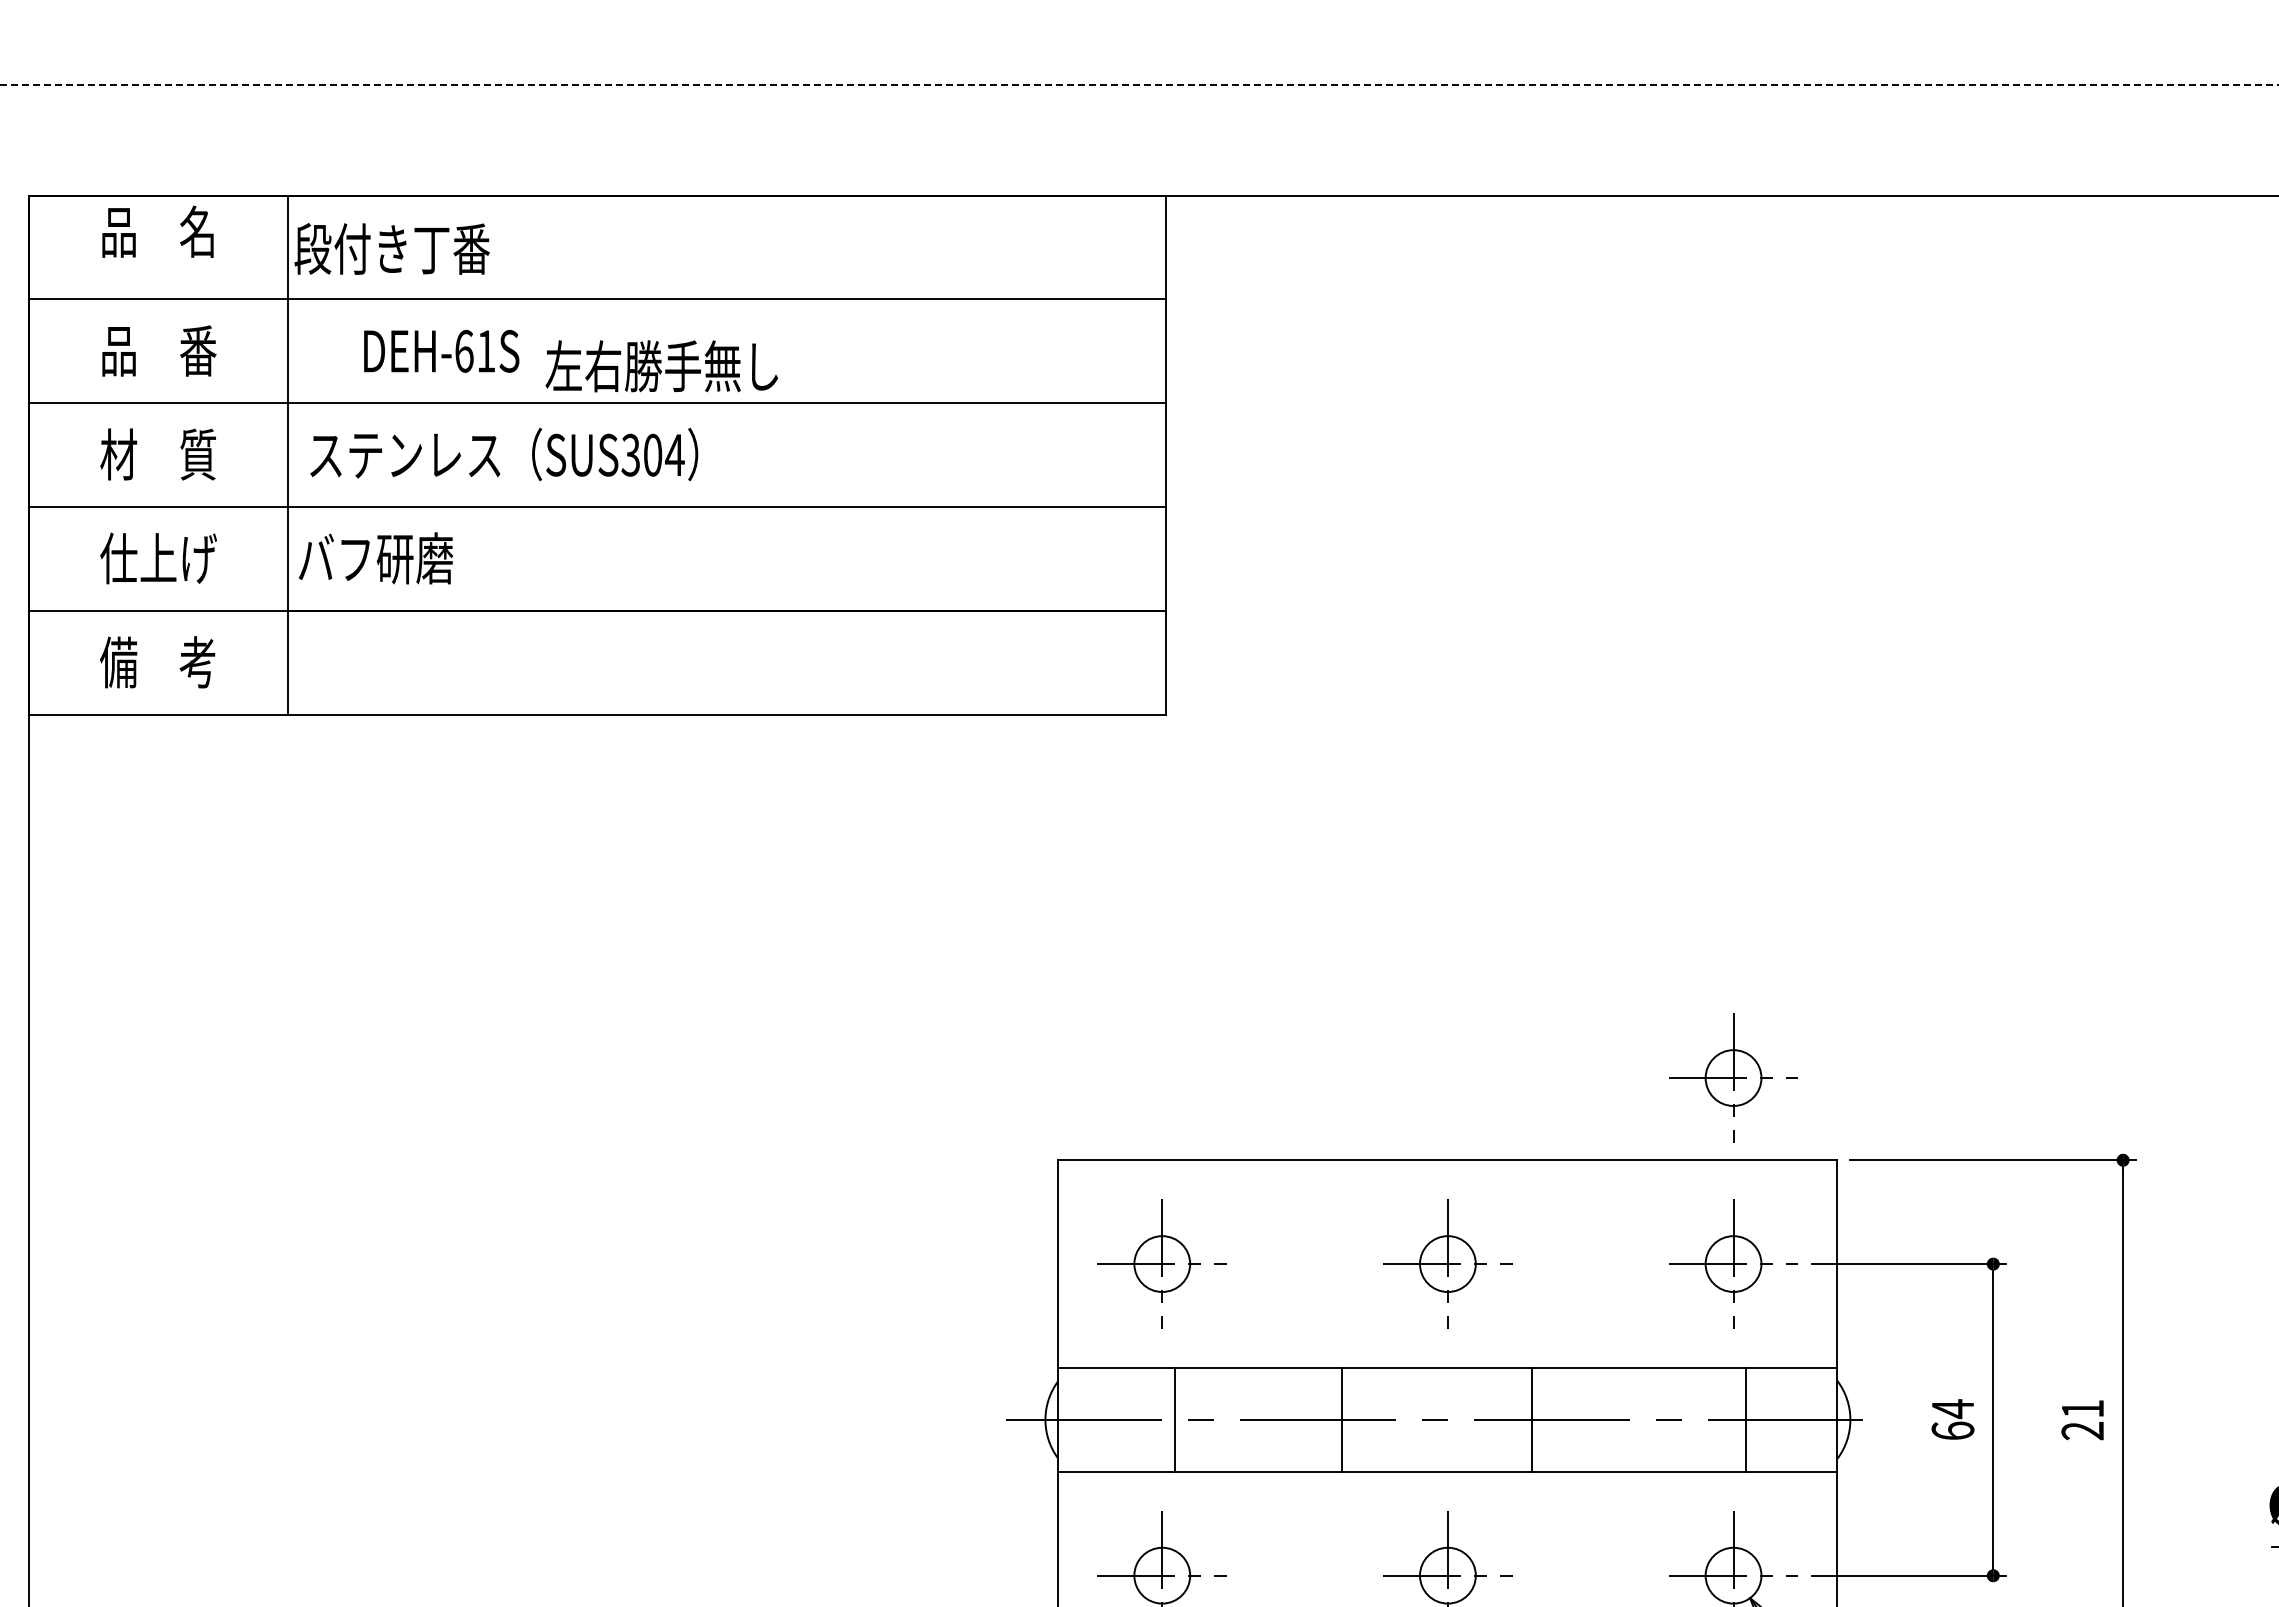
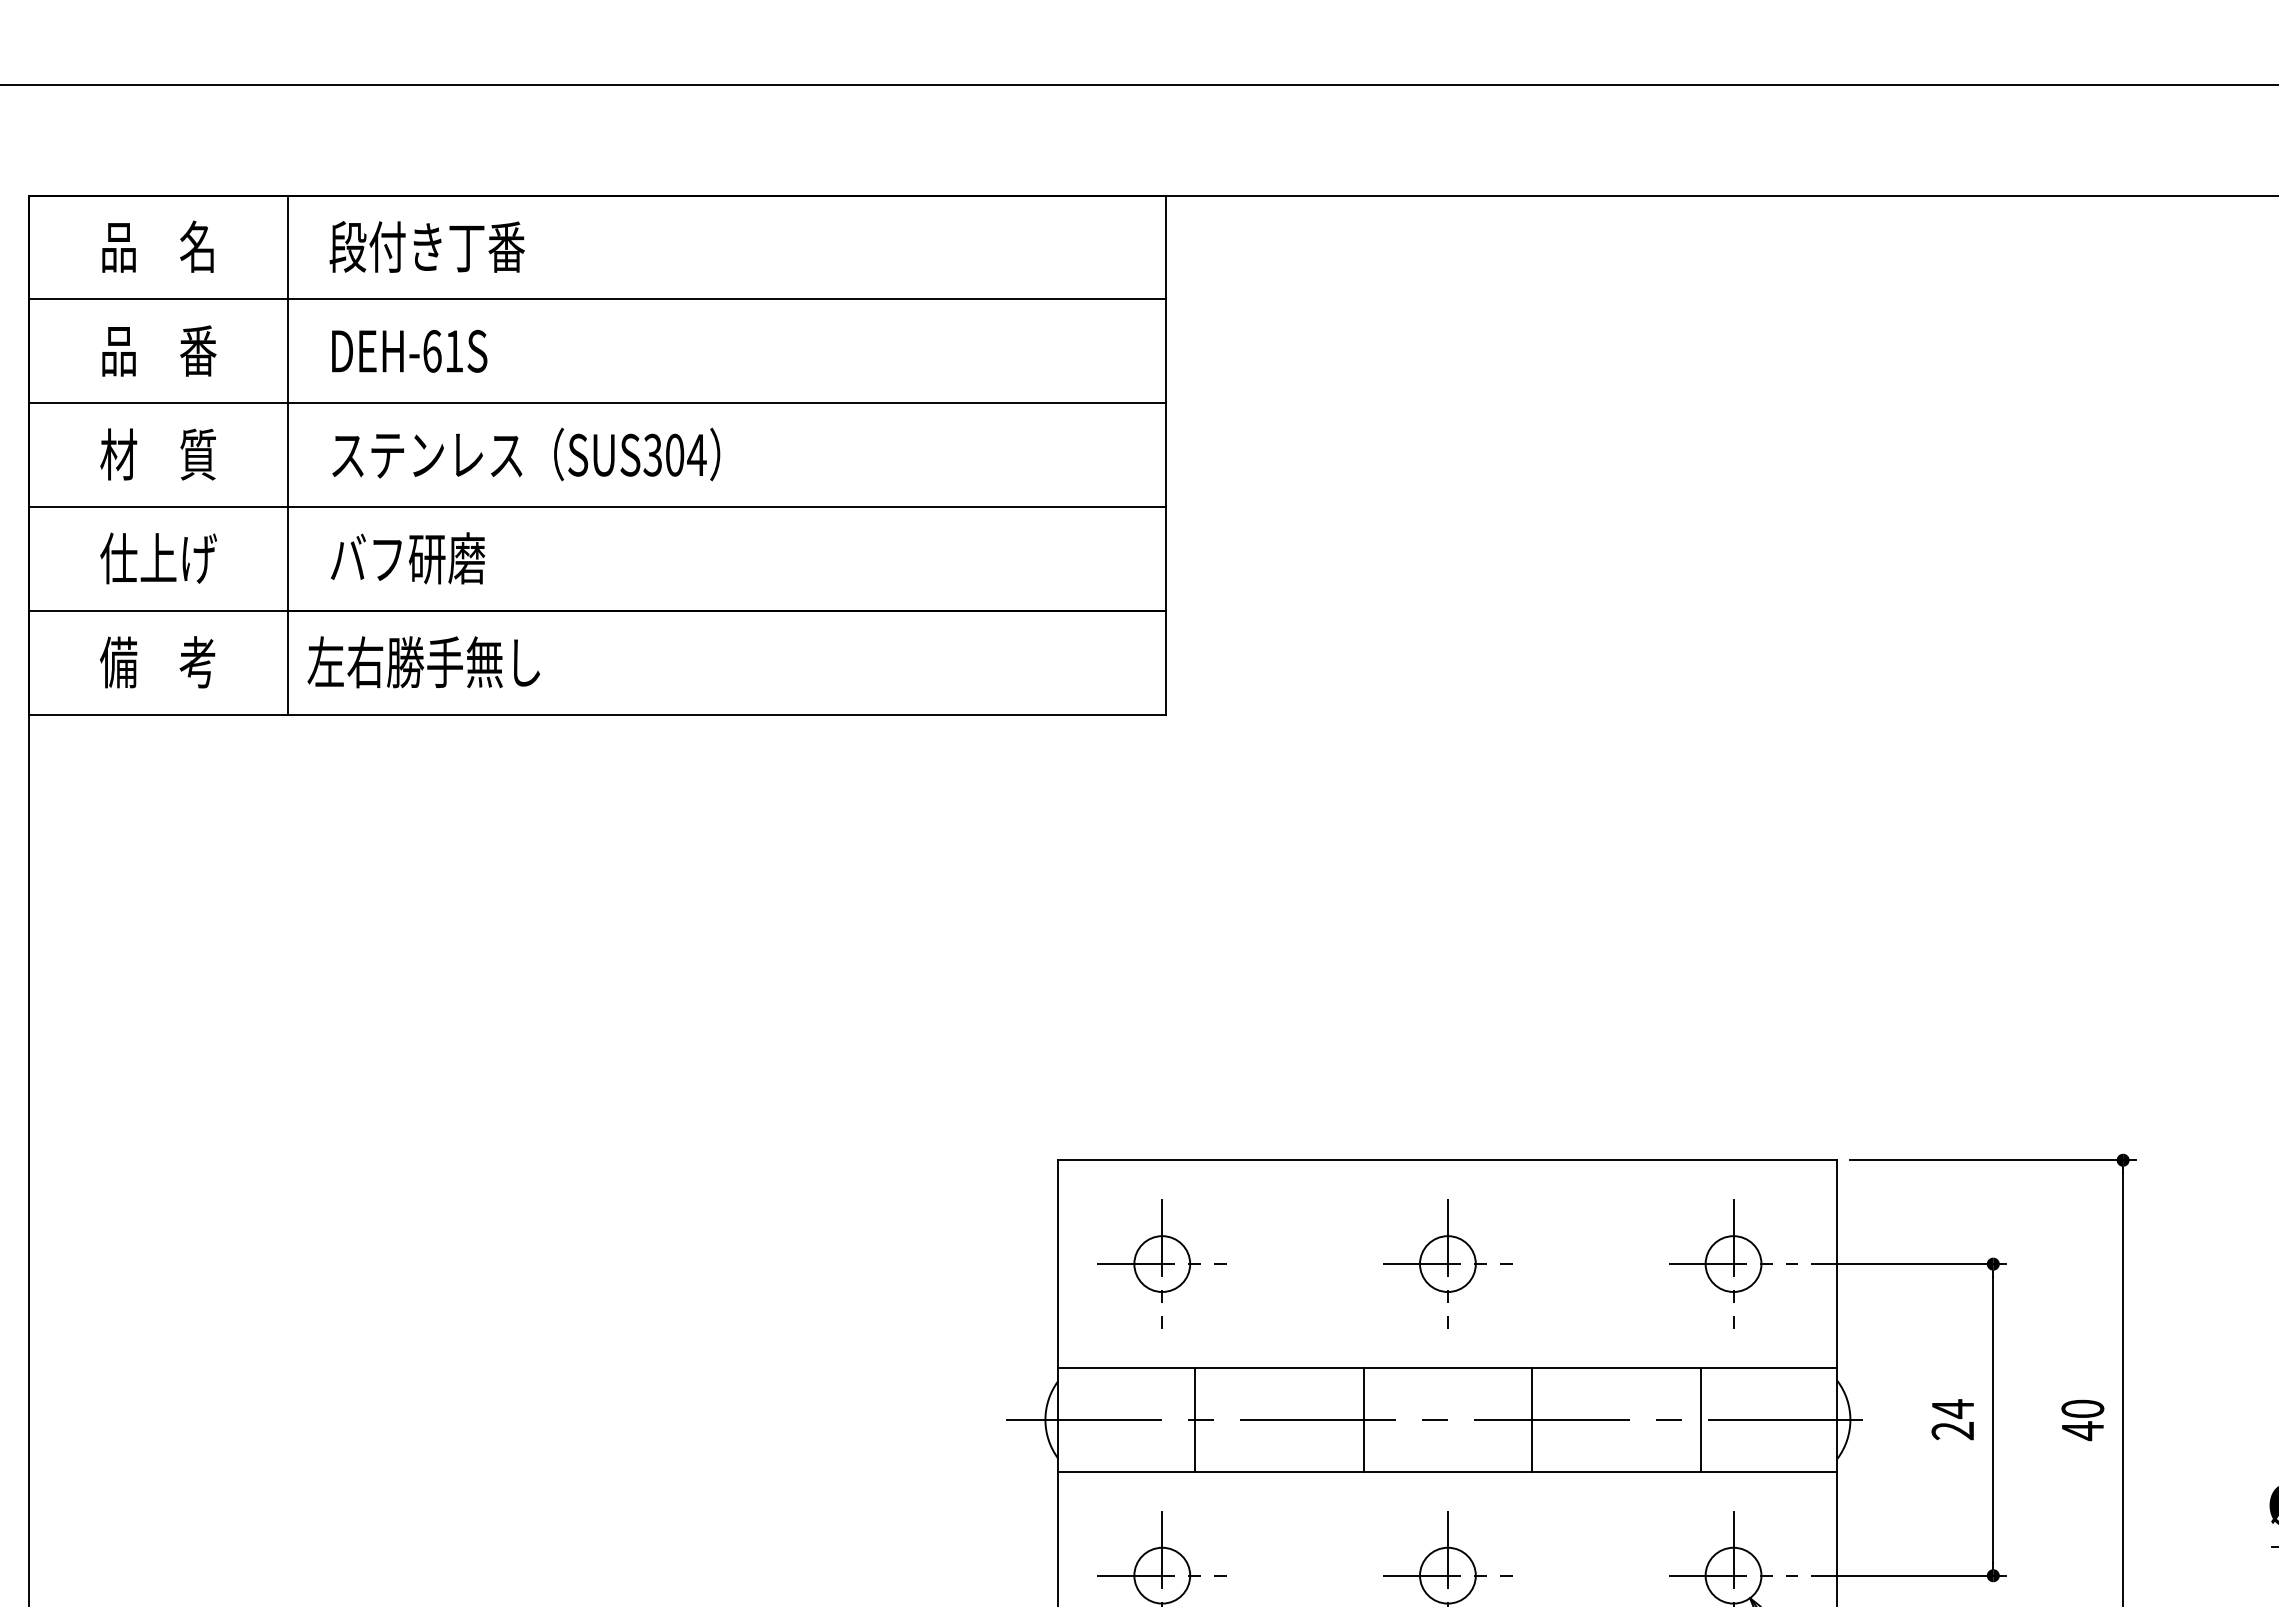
line at (1140, 85): dashed -> solid
text at (157, 231) position: (157, 231) -> (157, 246)
text at (391, 248) position: (391, 248) -> (426, 246)
text at (441, 351) position: (441, 351) -> (409, 351)
text at (661, 366) position: (661, 366) -> (423, 662)
text at (504, 454) position: (504, 454) -> (526, 454)
text at (376, 558) position: (376, 558) -> (408, 558)
part at (1733, 1077): present -> none
line at (1174, 1419) position: (1174, 1419) -> (1194, 1419)
line at (1341, 1419) position: (1341, 1419) -> (1363, 1419)
line at (1746, 1419) position: (1746, 1419) -> (1701, 1419)
text at (2082, 1420): 21 -> 40
text at (1952, 1430): 64 -> 24
